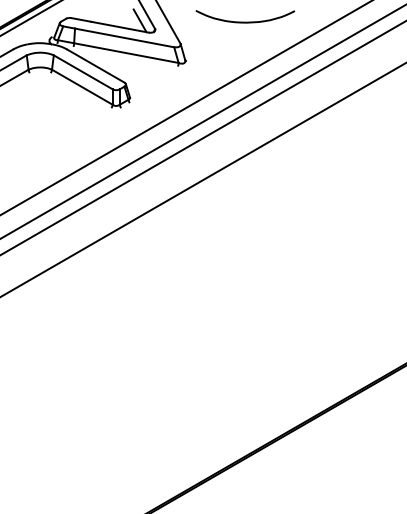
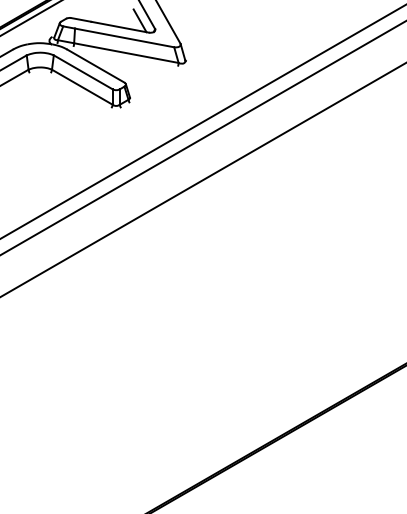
curve at (245, 21): present -> none
line at (185, 108): present -> none
